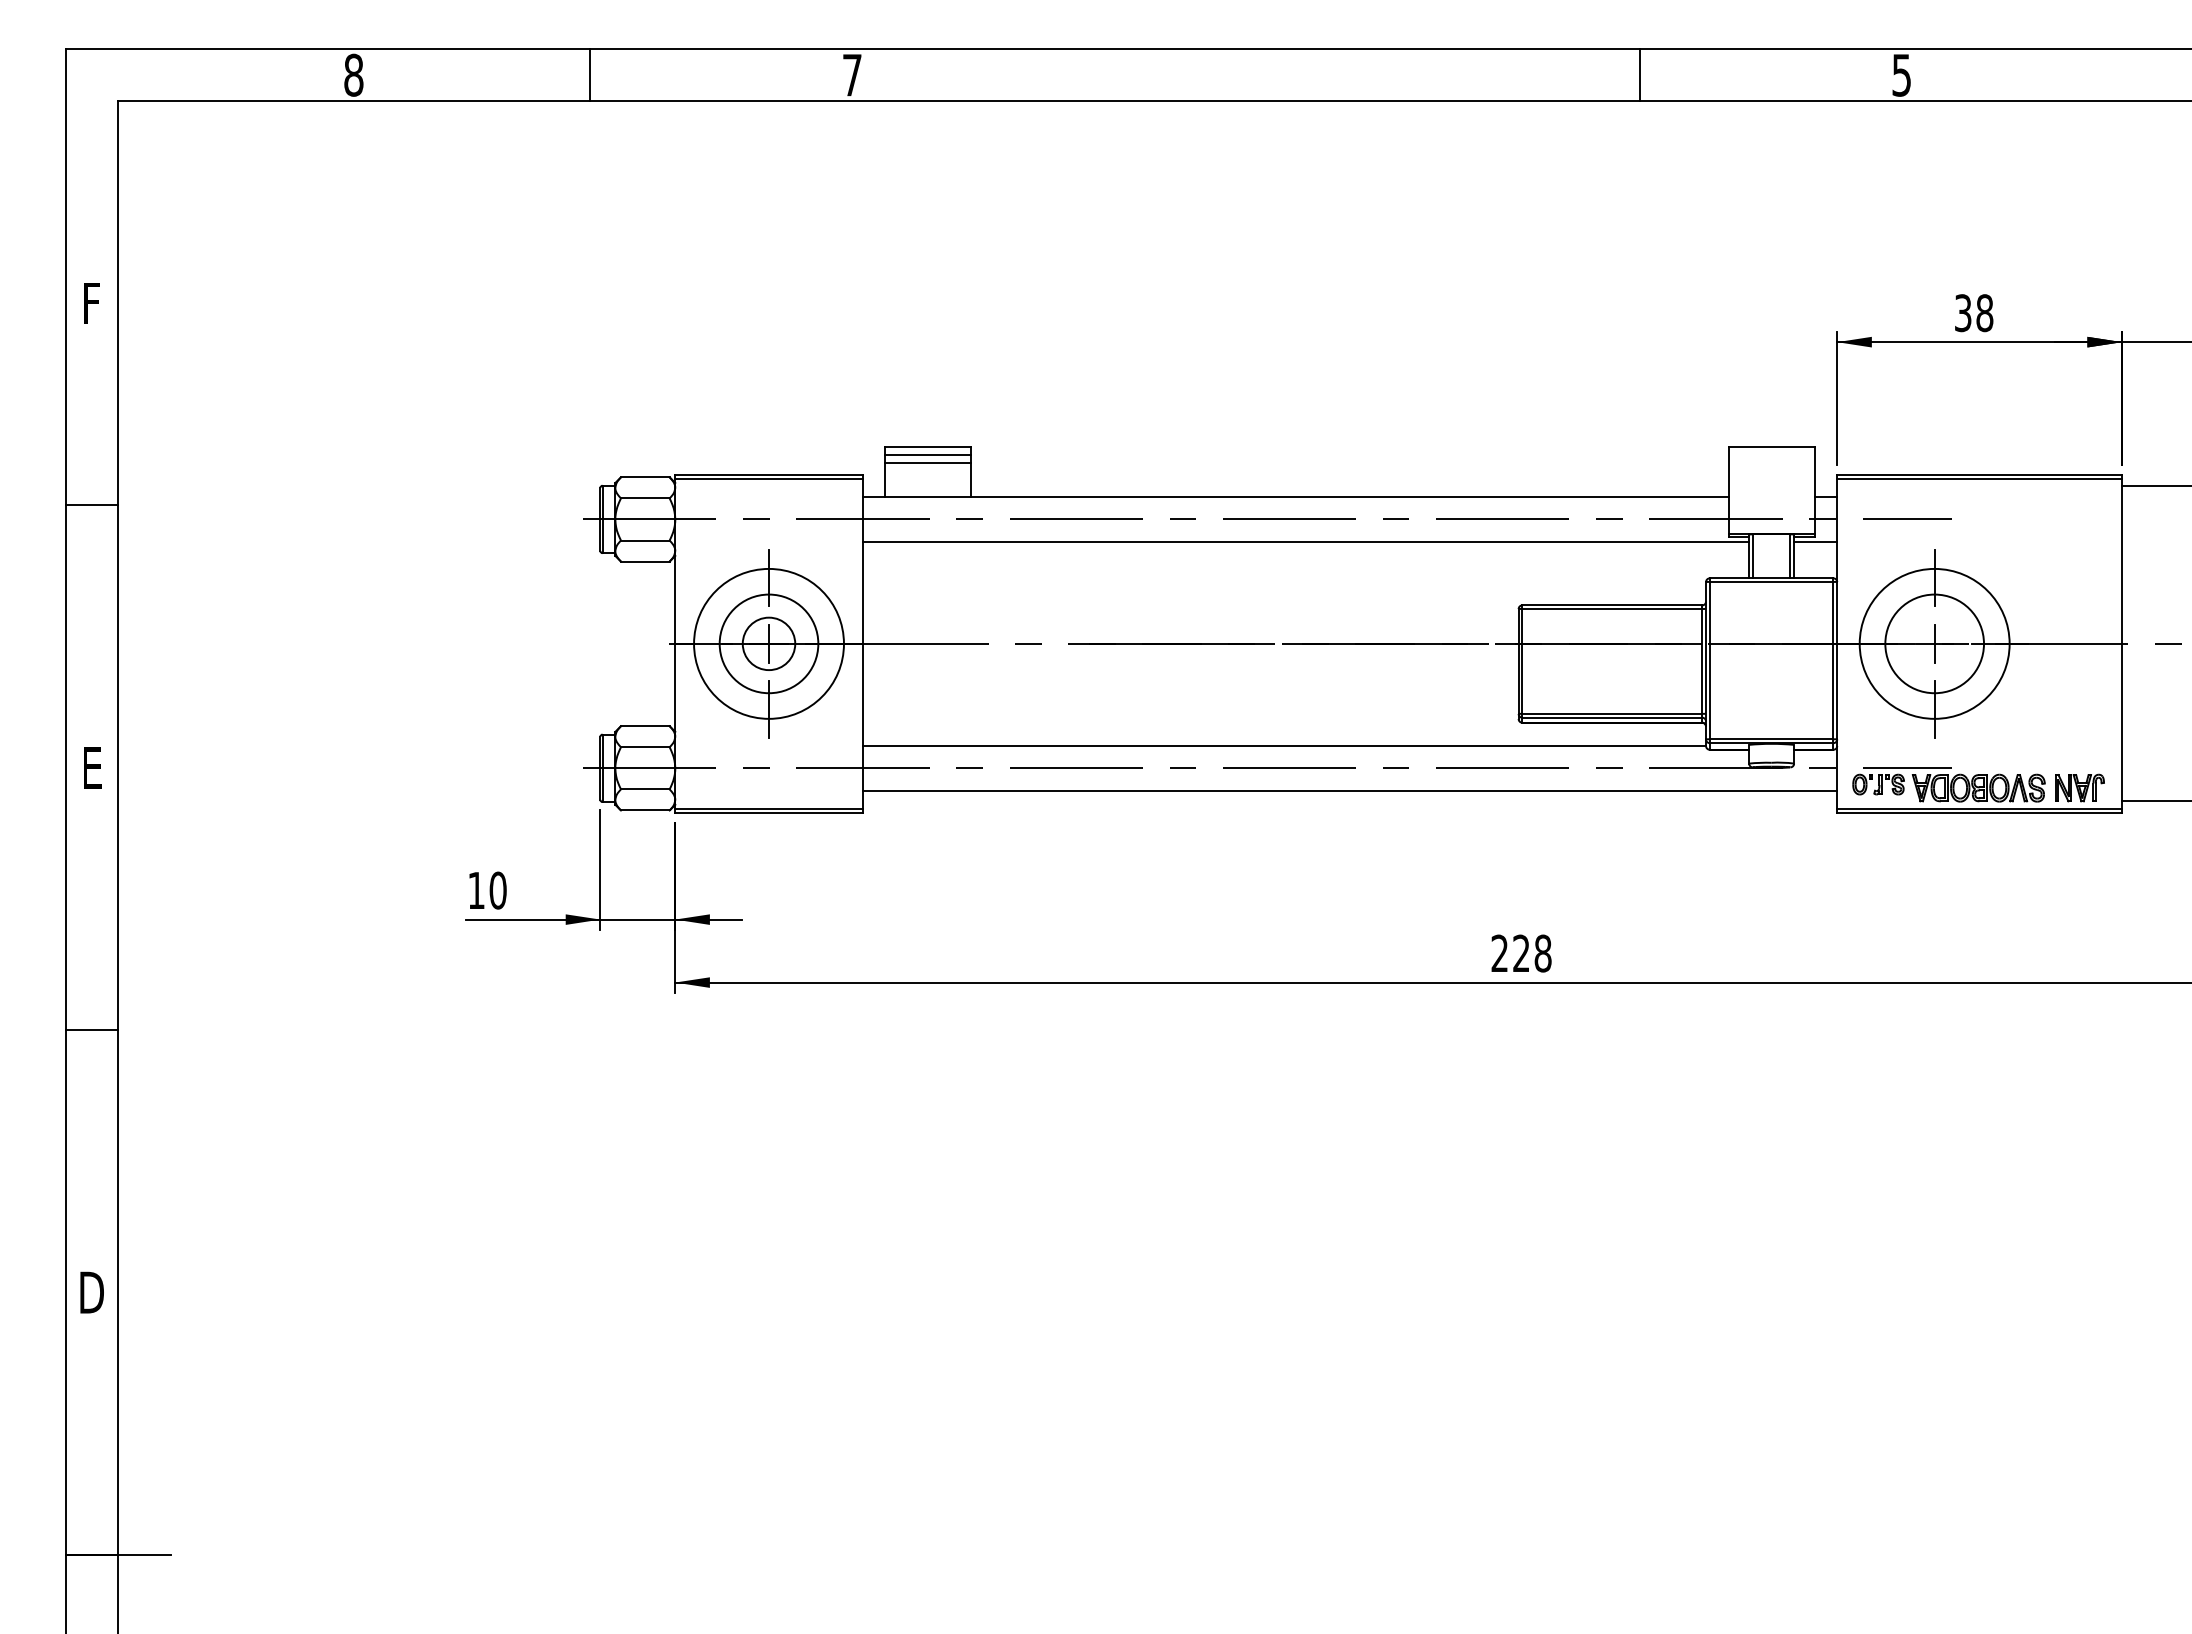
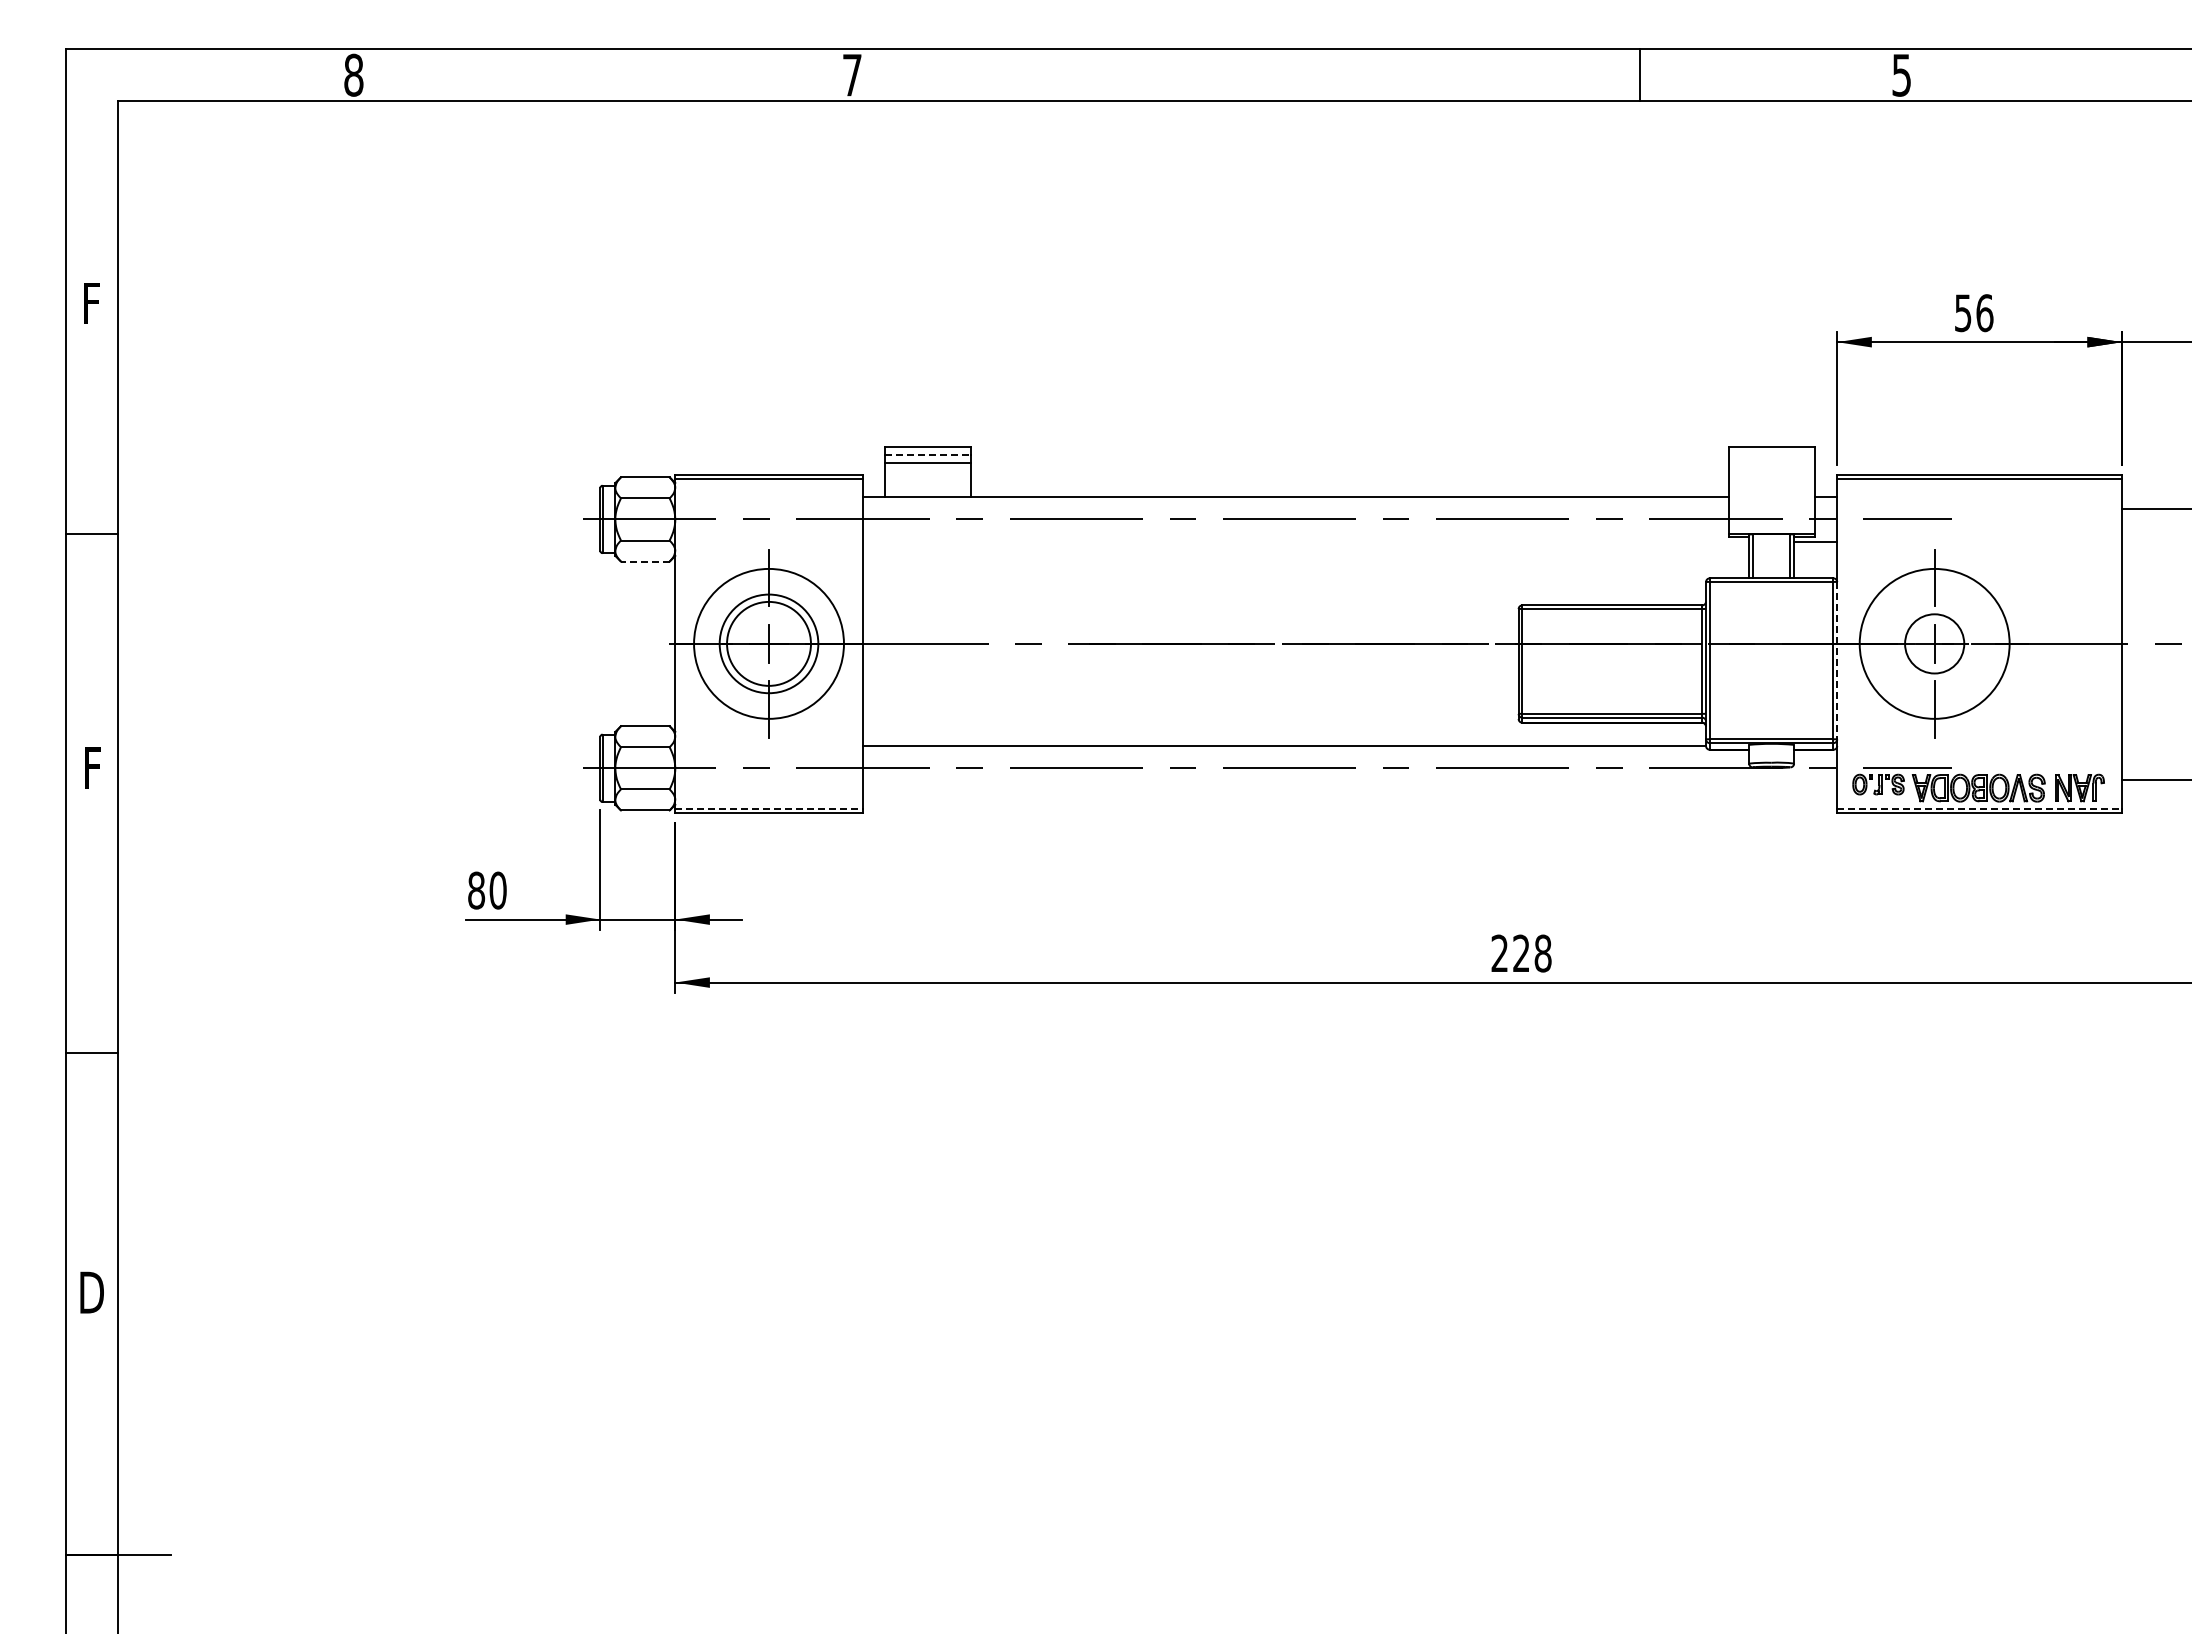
line at (590, 74): present -> none
text at (1974, 313): 38 -> 56
line at (928, 454): solid -> dashed
line at (2155, 486) position: (2155, 486) -> (2155, 509)
line at (91, 505) position: (91, 505) -> (91, 534)
line at (1305, 541): present -> none
line at (644, 561): solid -> dashed
circle at (768, 643) diameter: 52 px -> 84 px
circle at (1934, 643) diameter: 99 px -> 59 px
line at (1837, 660): solid -> dashed
text at (92, 767): E -> F
line at (1349, 790): present -> none
line at (2155, 801) position: (2155, 801) -> (2155, 780)
line at (769, 808): solid -> dashed
line at (1980, 808): solid -> dashed
text at (476, 890): 10 -> 80
line at (91, 1030) position: (91, 1030) -> (91, 1053)
